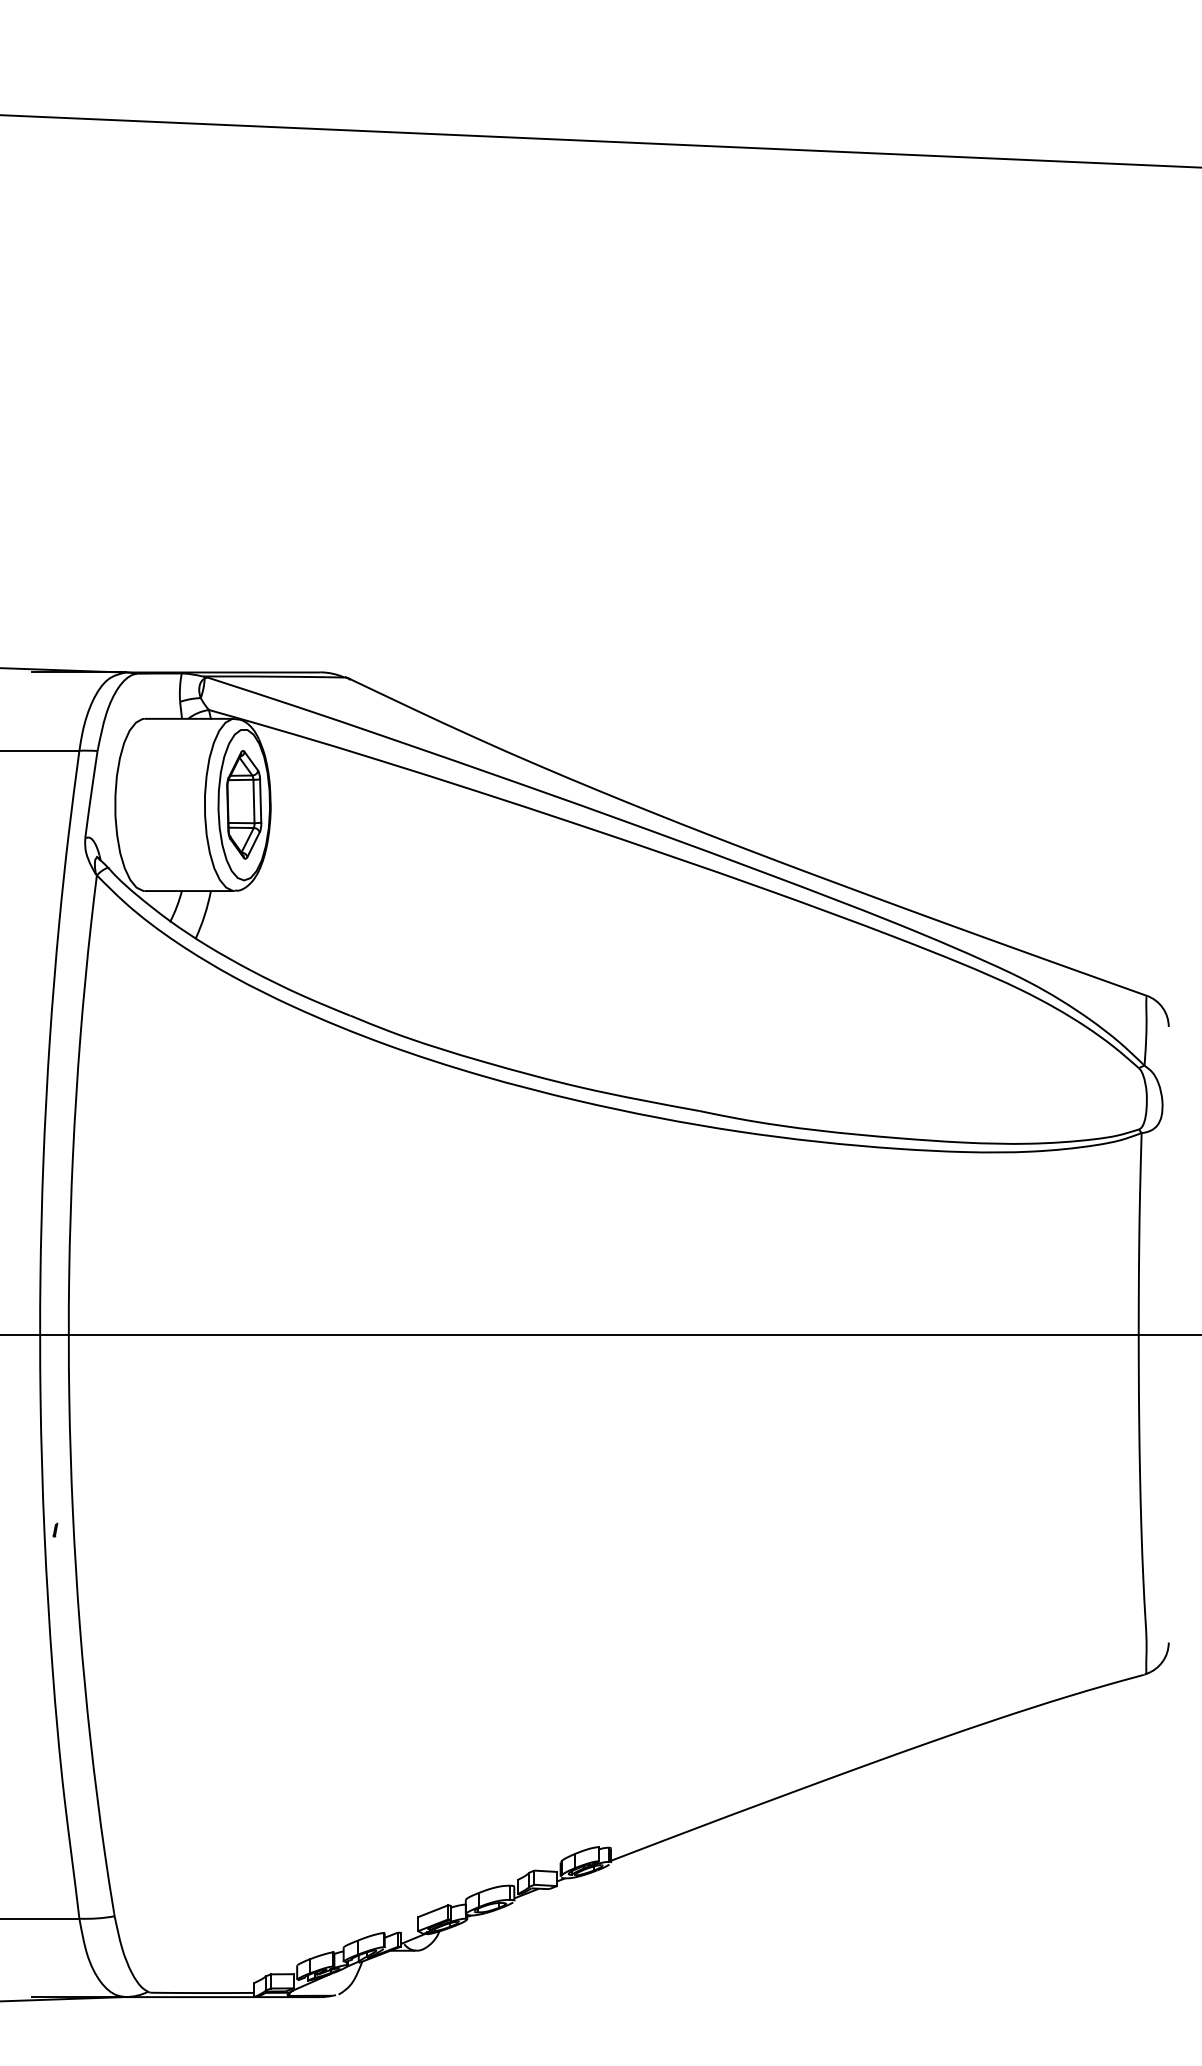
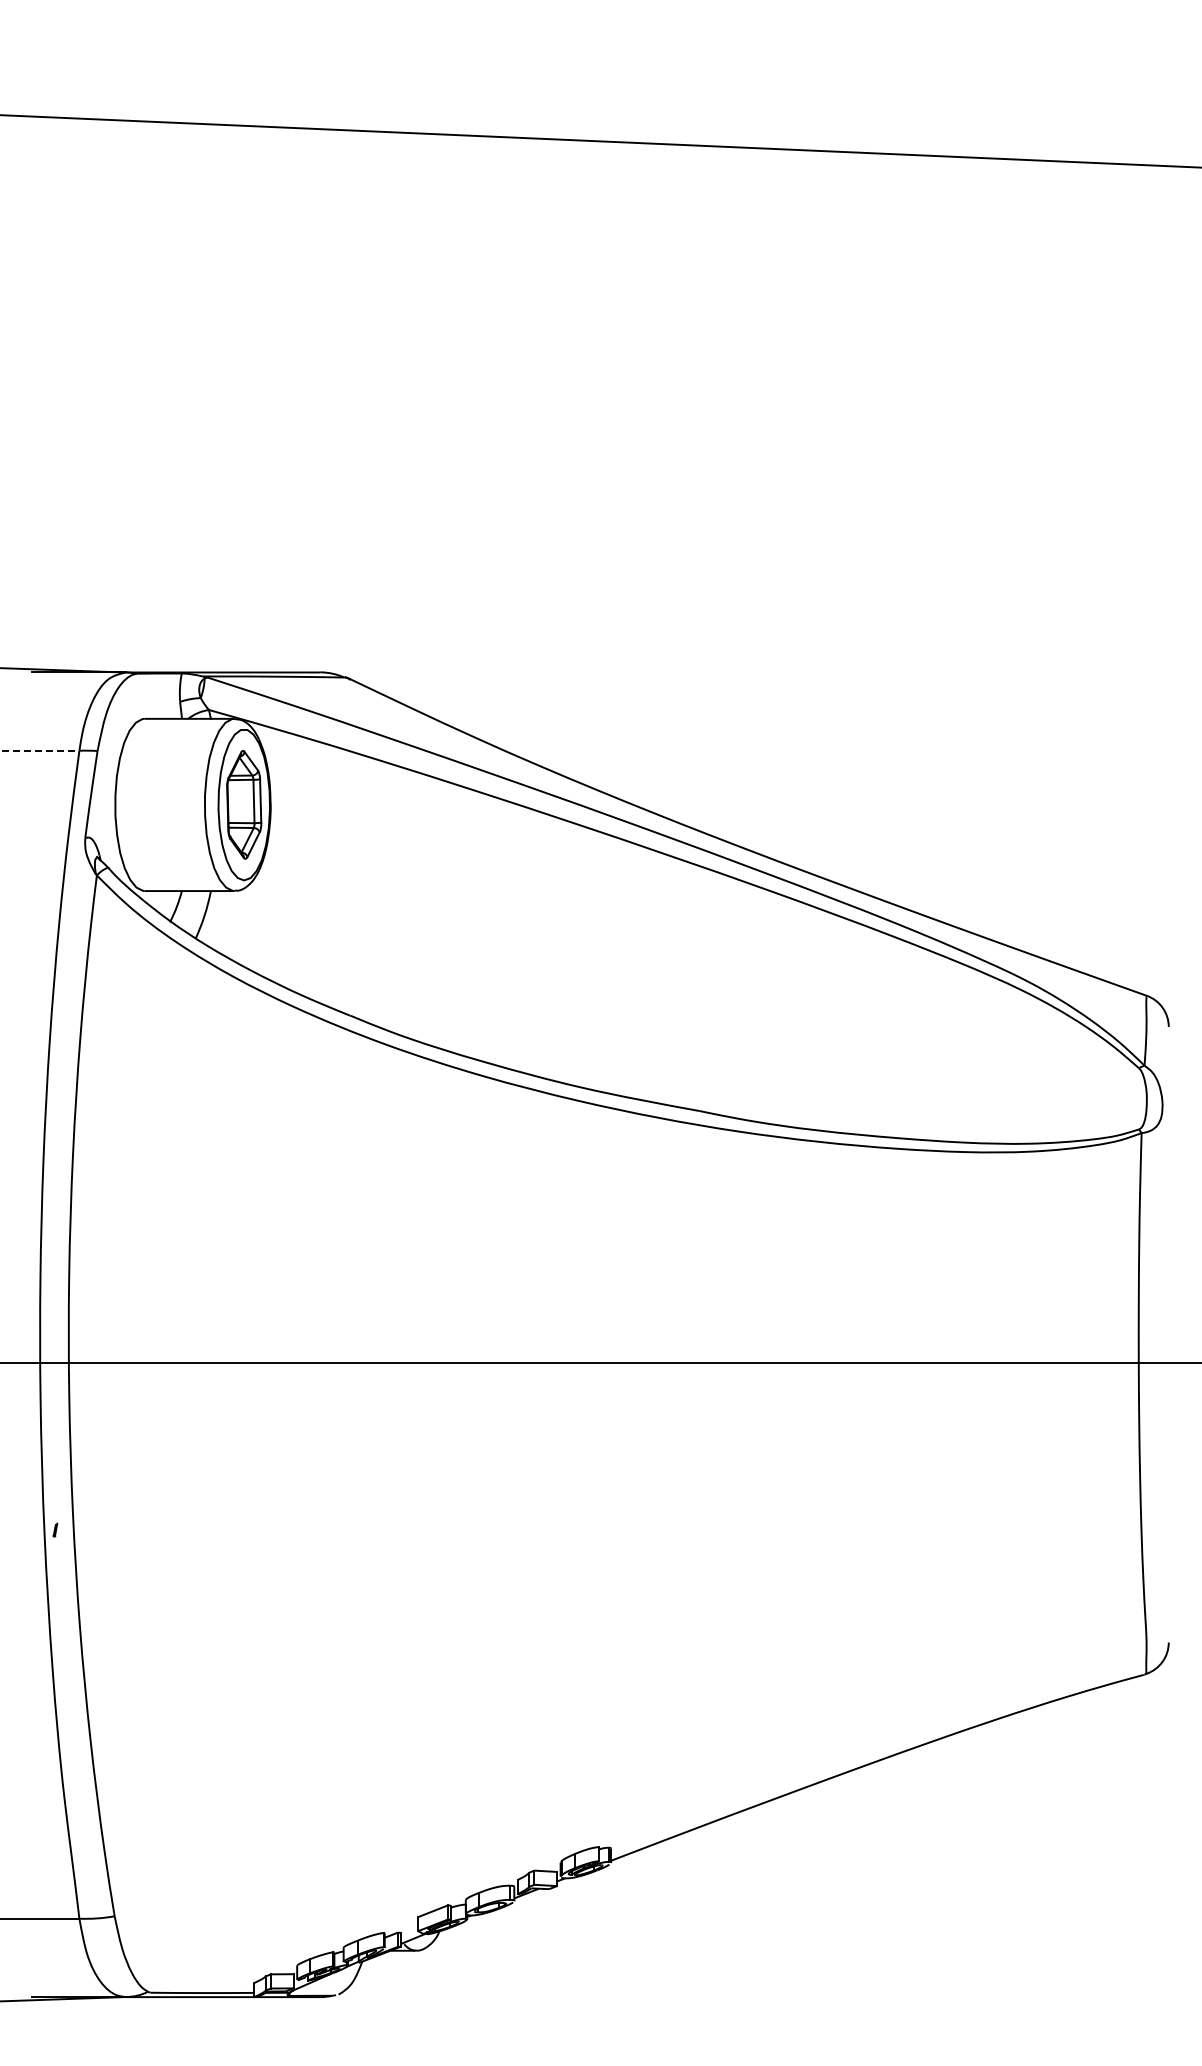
line at (40, 750): solid -> dashed
line at (600, 1334) position: (600, 1334) -> (600, 1362)
